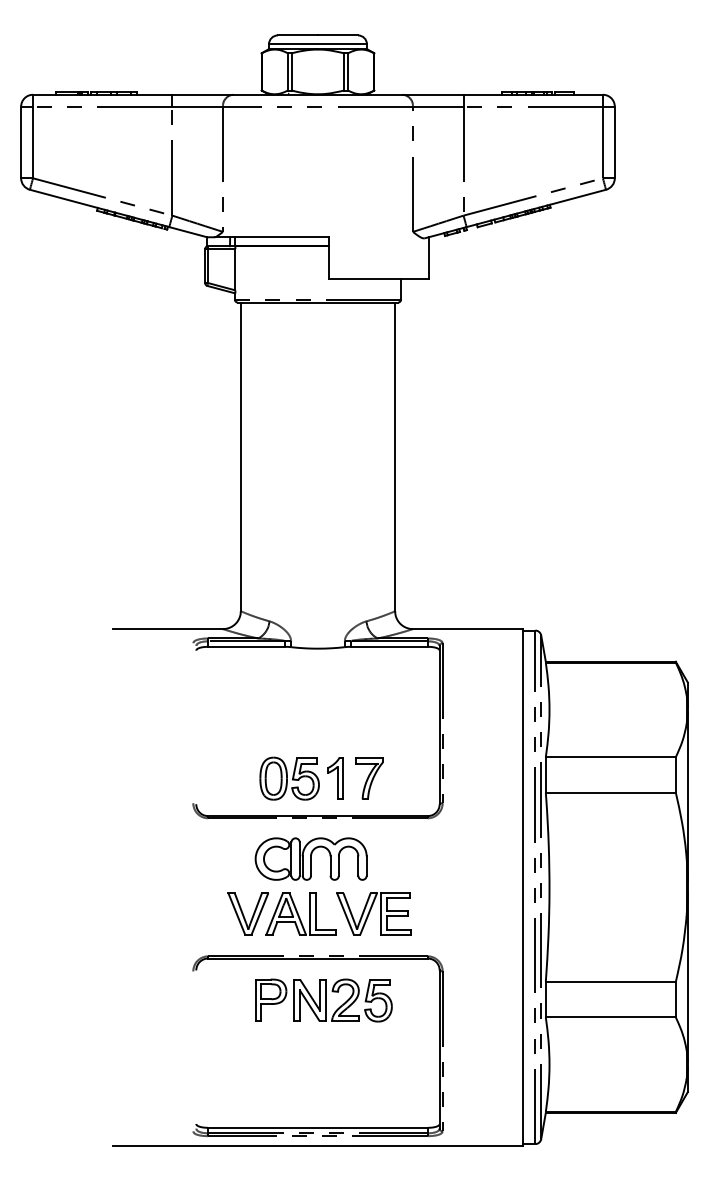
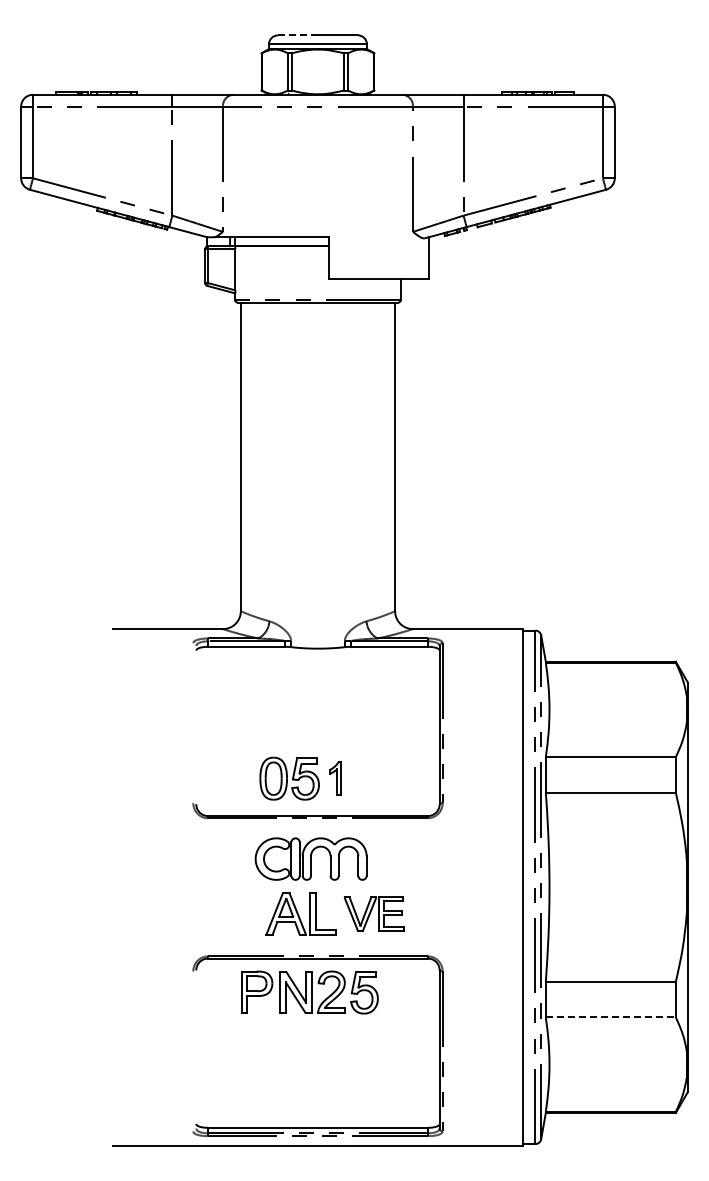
line at (298, 35): solid -> dashed
part at (335, 778) size: 17x43 px -> 13x35 px
part at (369, 778): present -> none
part at (247, 913): present -> none
part at (373, 913) size: 76x44 px -> 61x36 px
part at (323, 1000) position: (323, 1000) -> (309, 992)
line at (611, 1017): solid -> dashed
